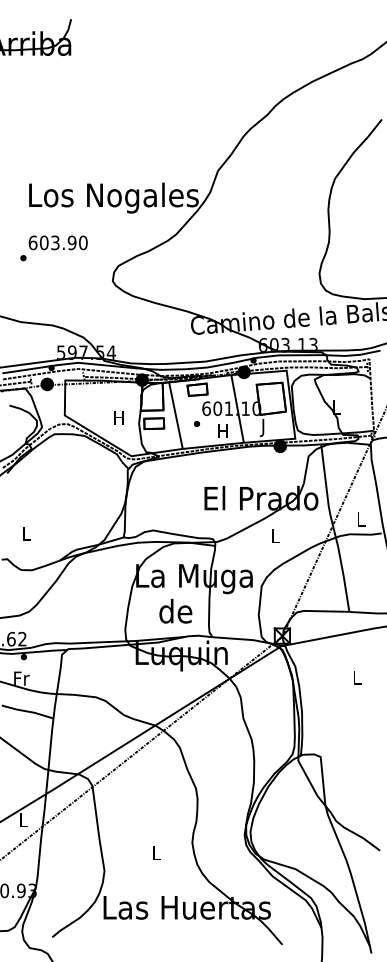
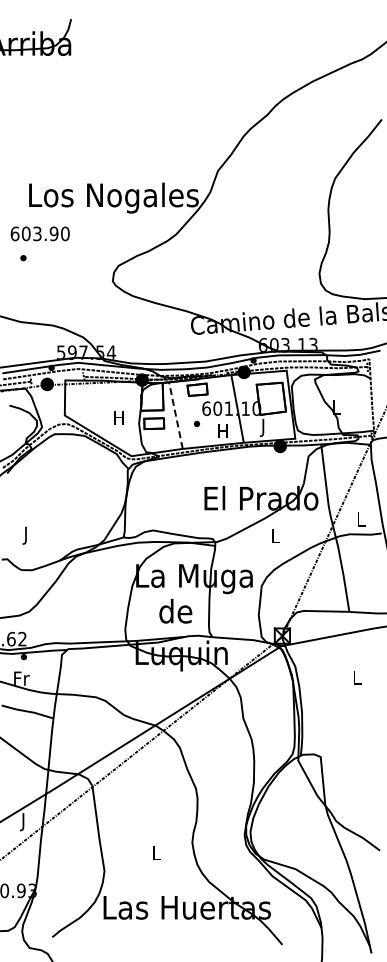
text at (57, 242) position: (57, 242) -> (39, 233)
line at (175, 415): solid -> dashed
text at (26, 535): L -> J
text at (23, 822): L -> J
